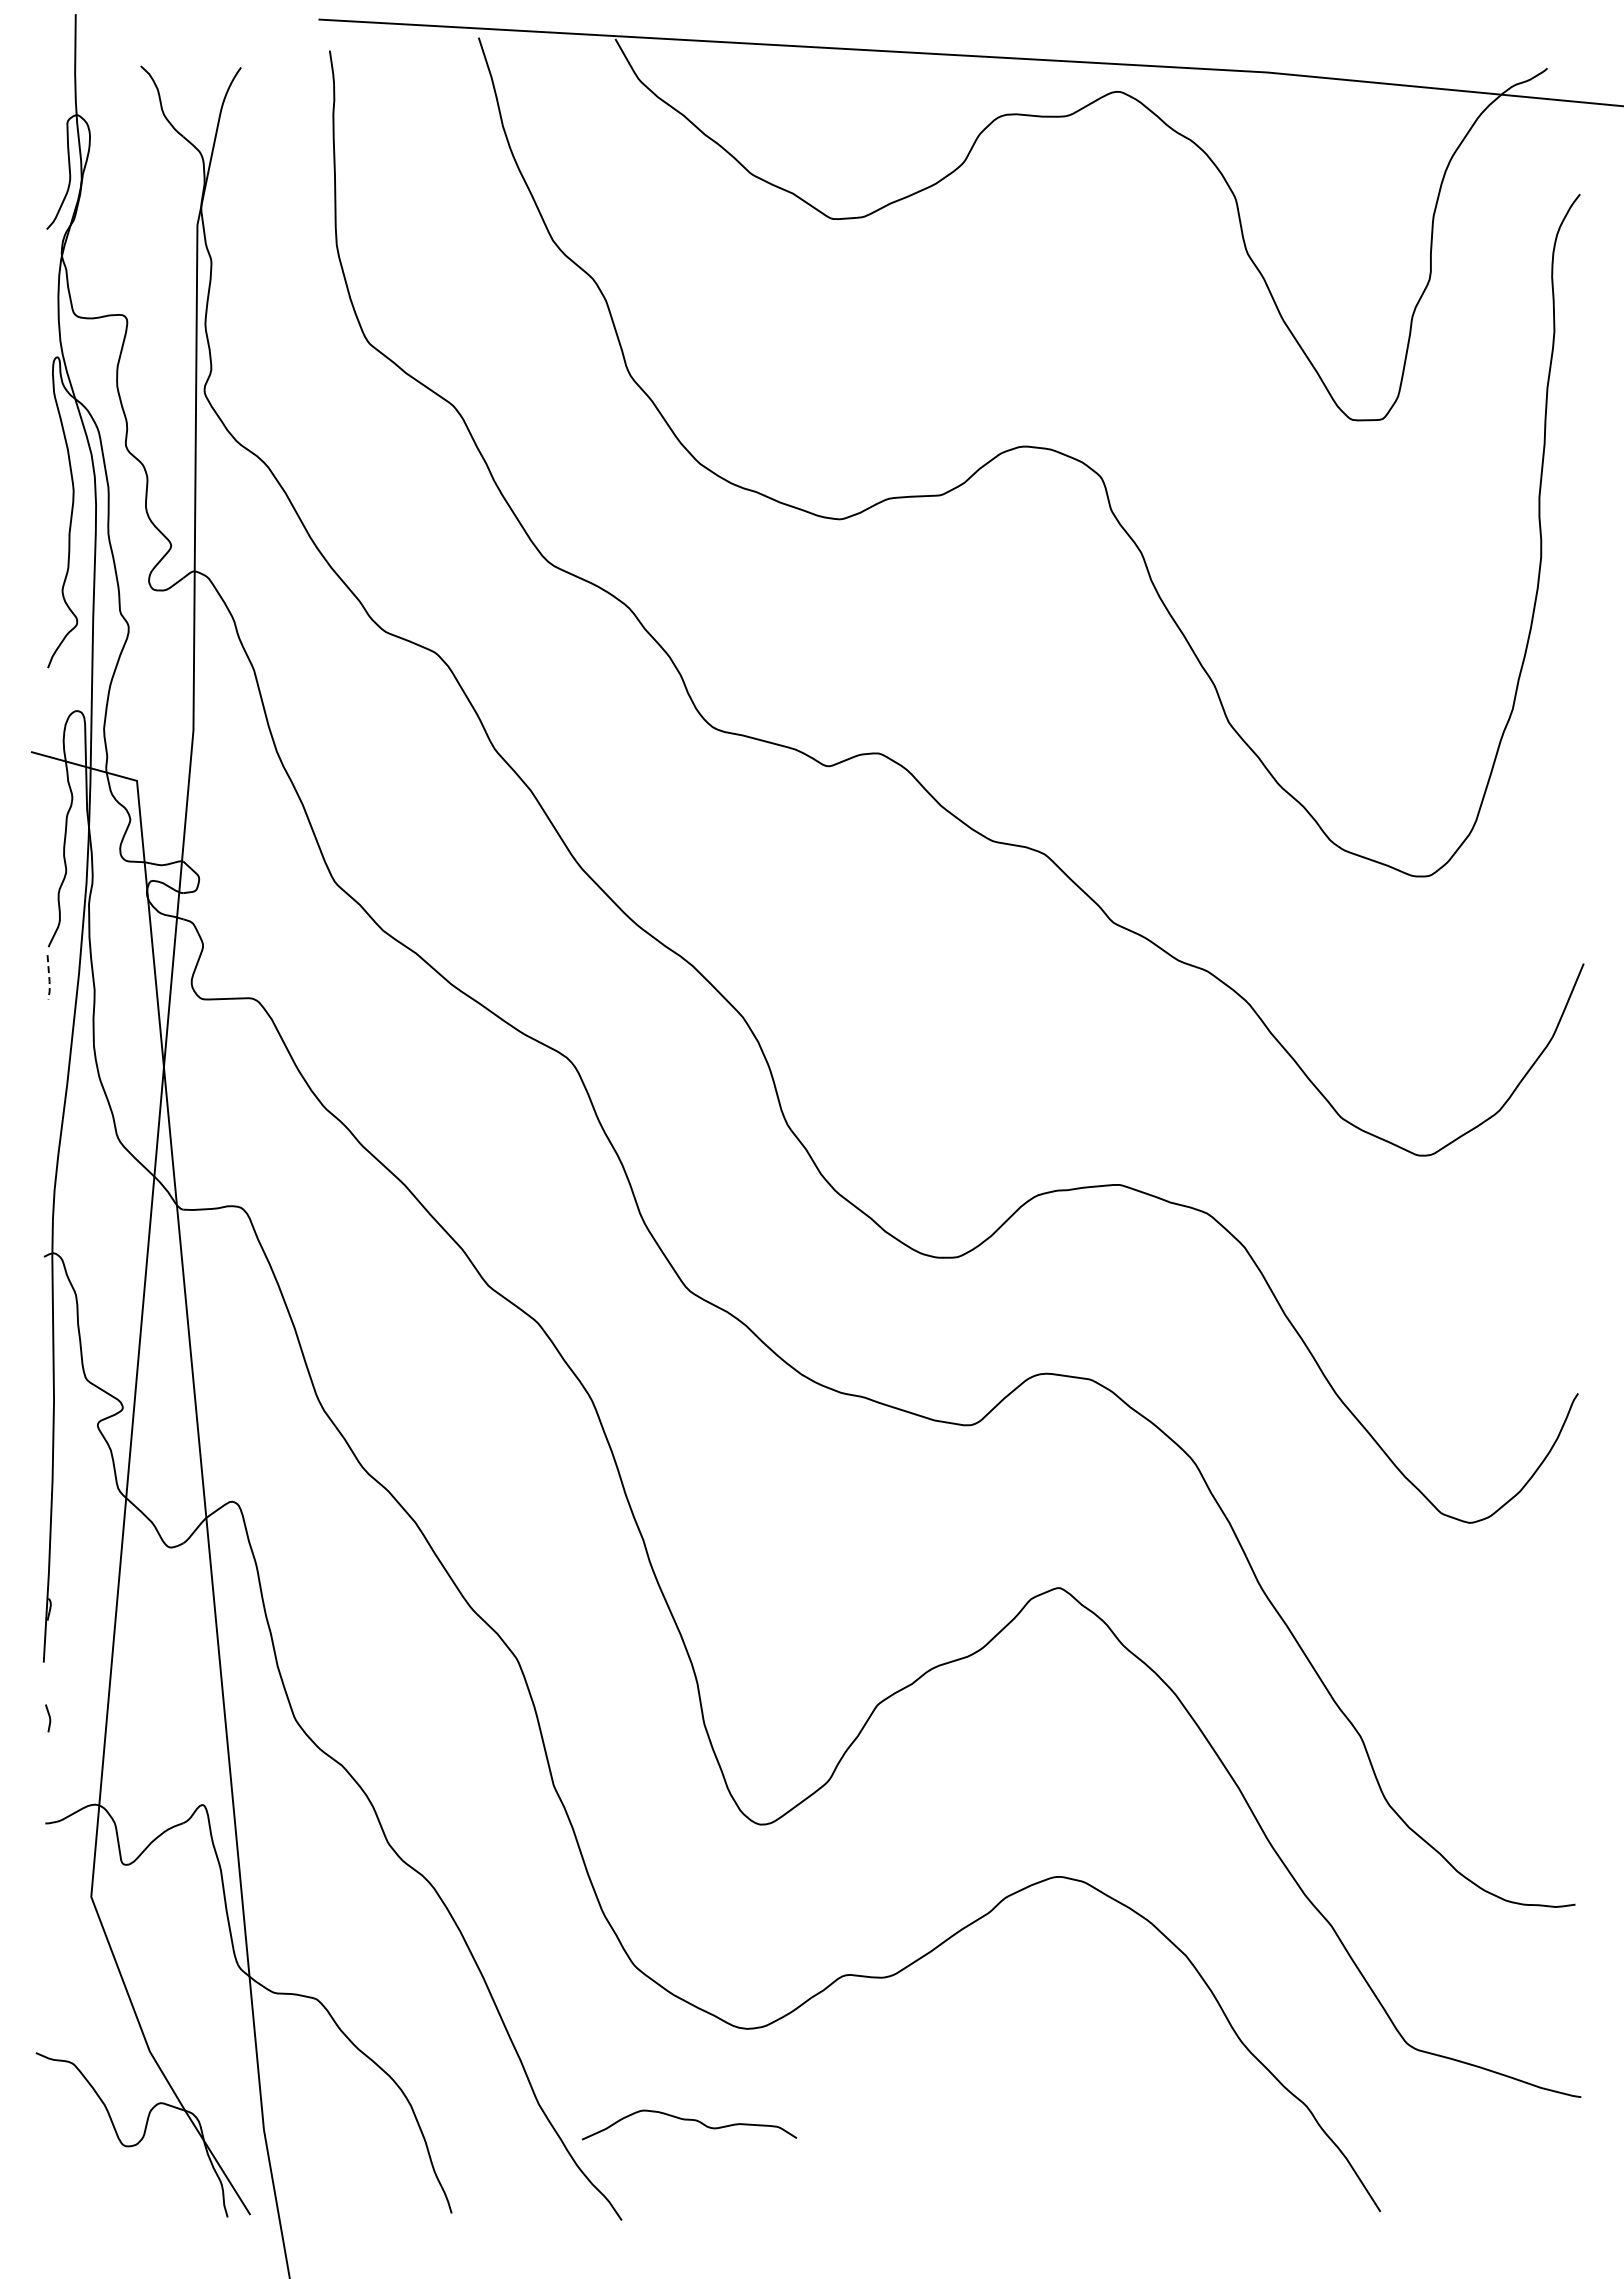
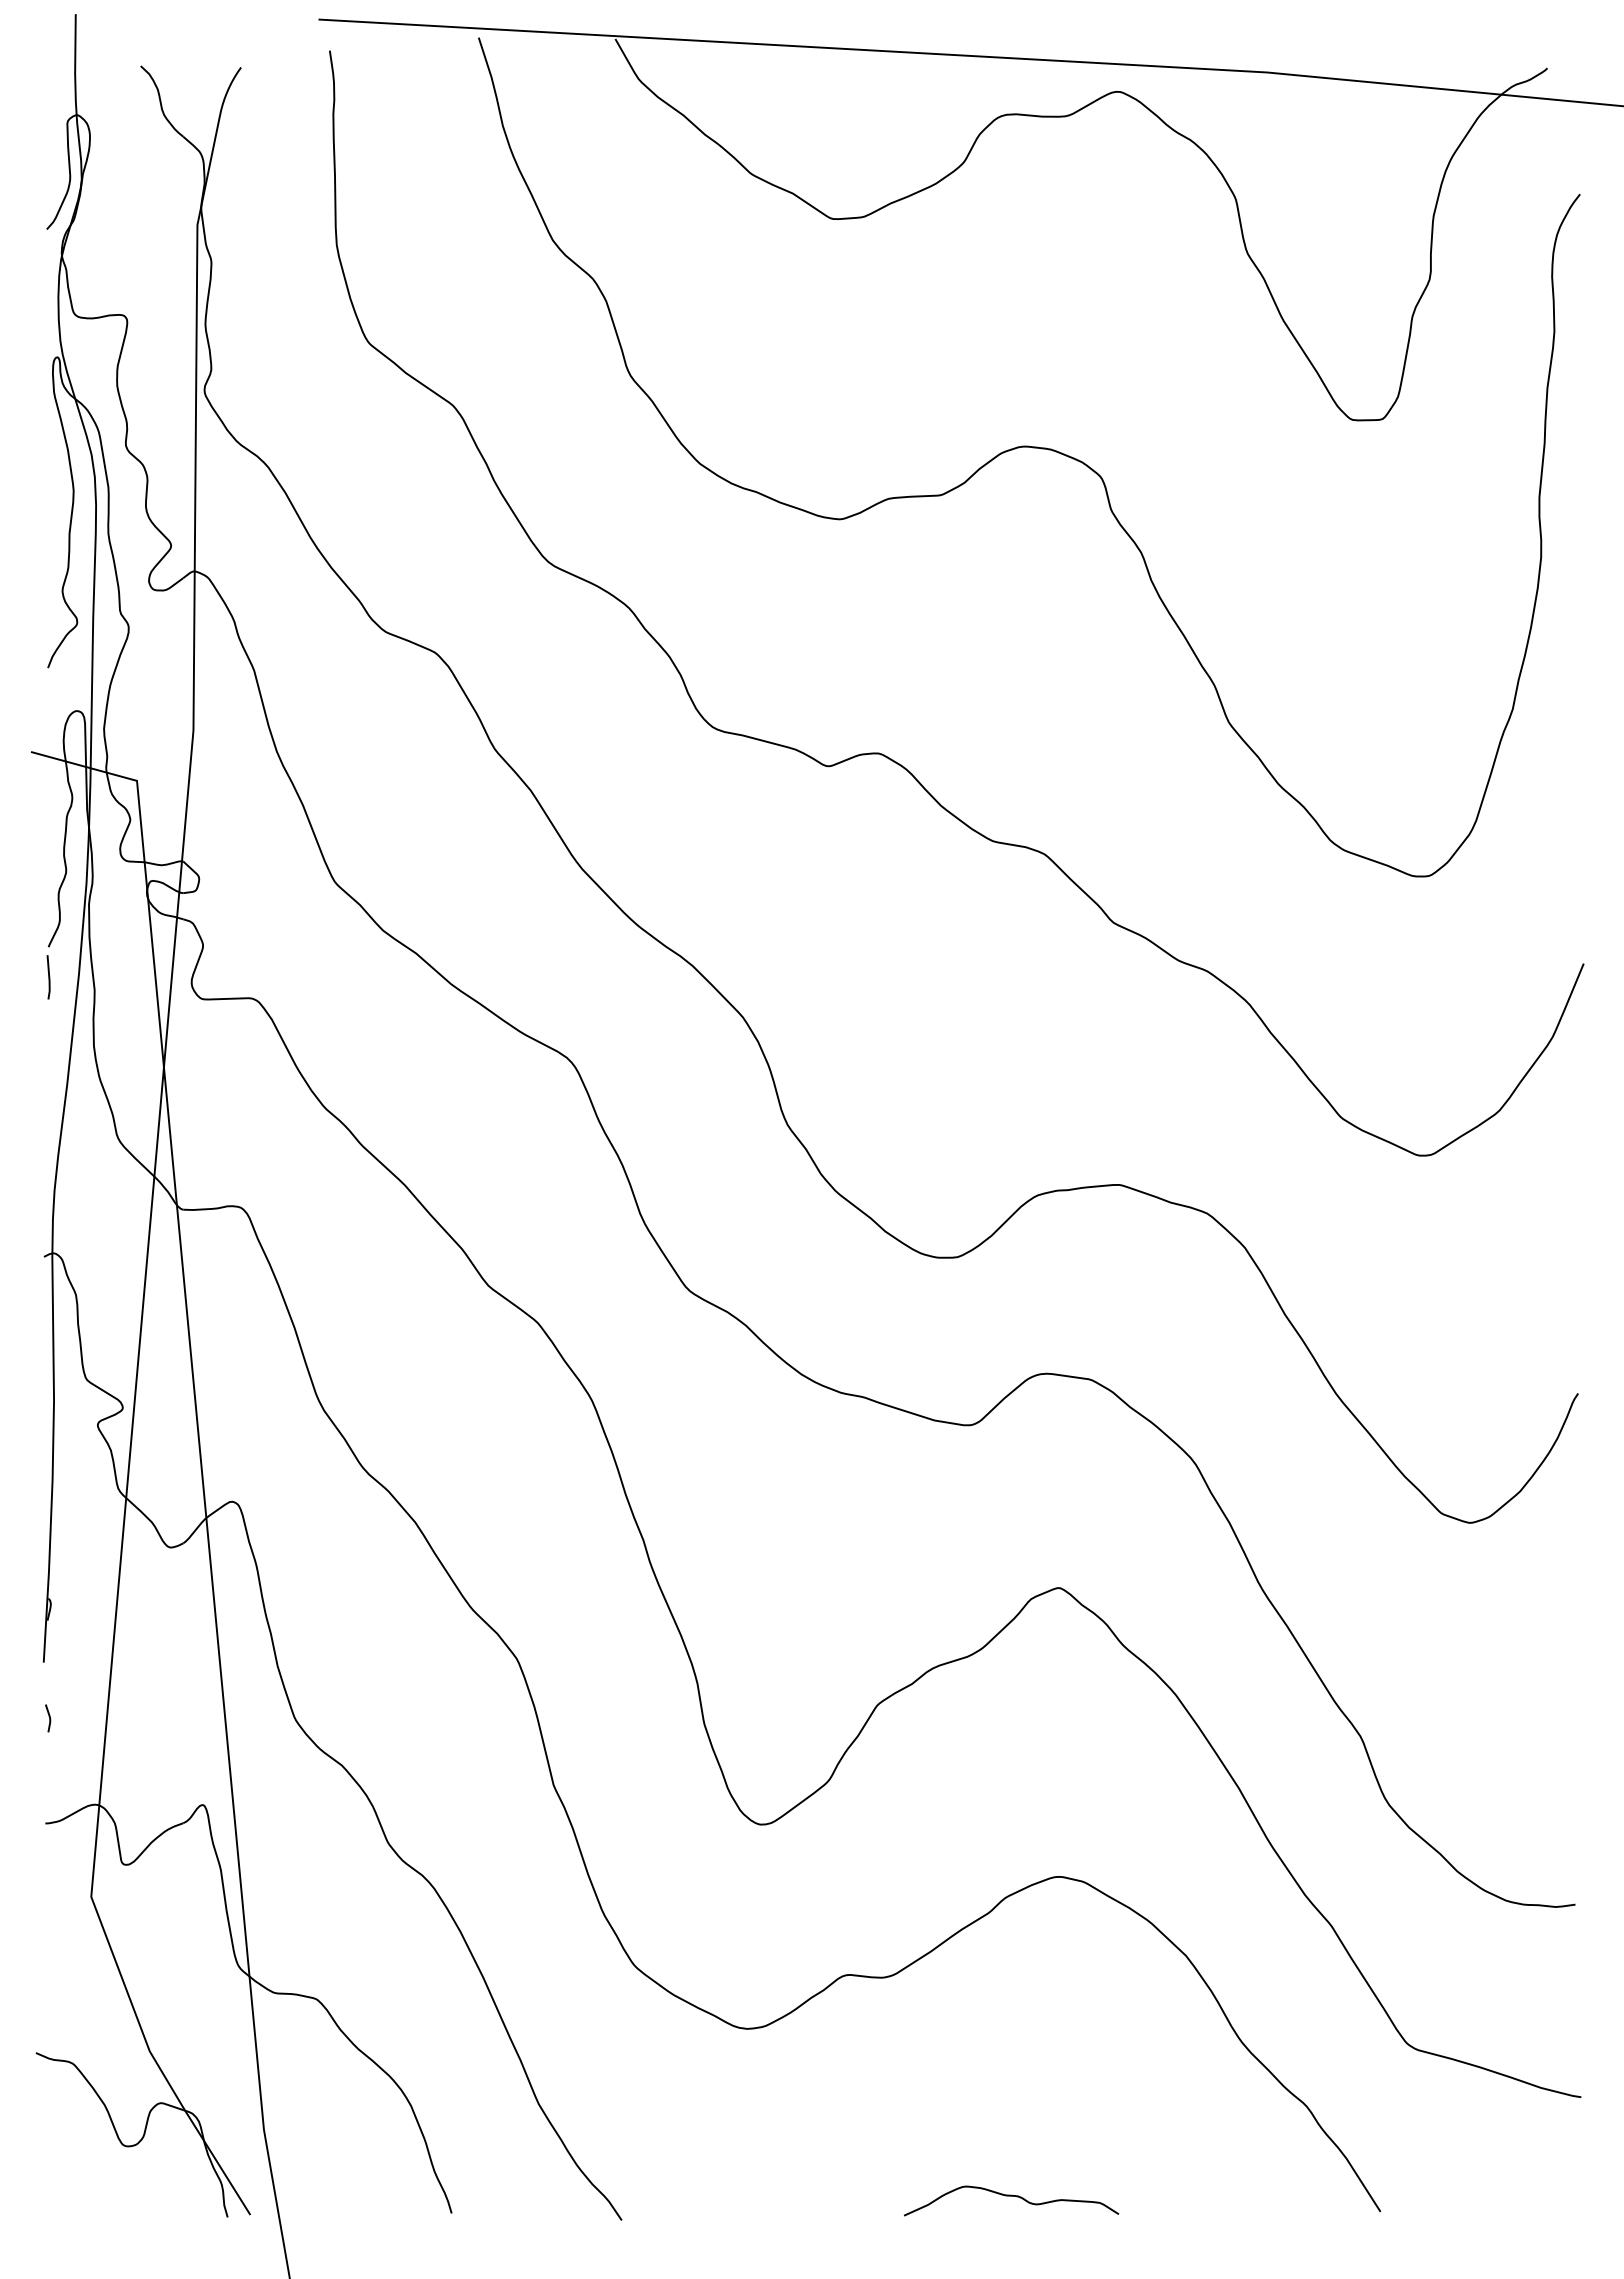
line at (49, 978): dashed -> solid
curve at (689, 2120) position: (689, 2120) -> (1011, 2196)
